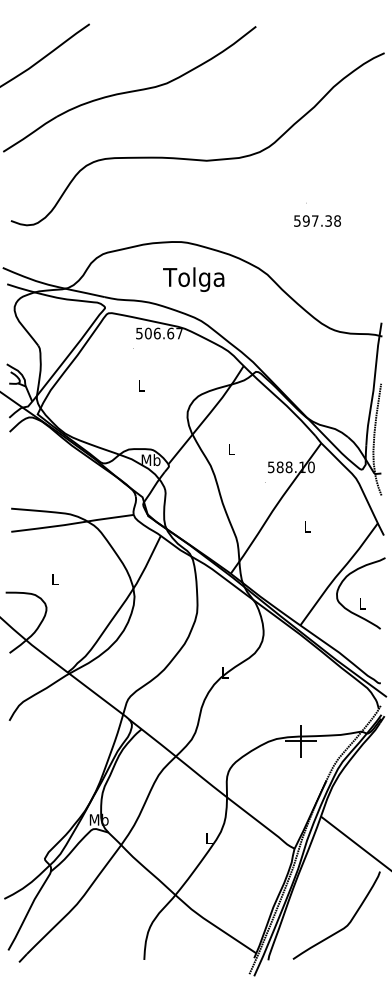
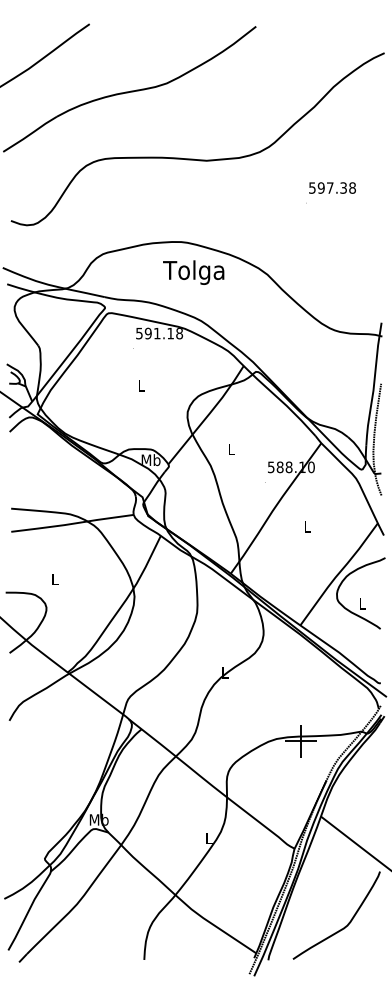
text at (317, 220) position: (317, 220) -> (332, 187)
text at (193, 279) position: (193, 279) -> (193, 272)
text at (163, 333): 506.67 -> 591.18
